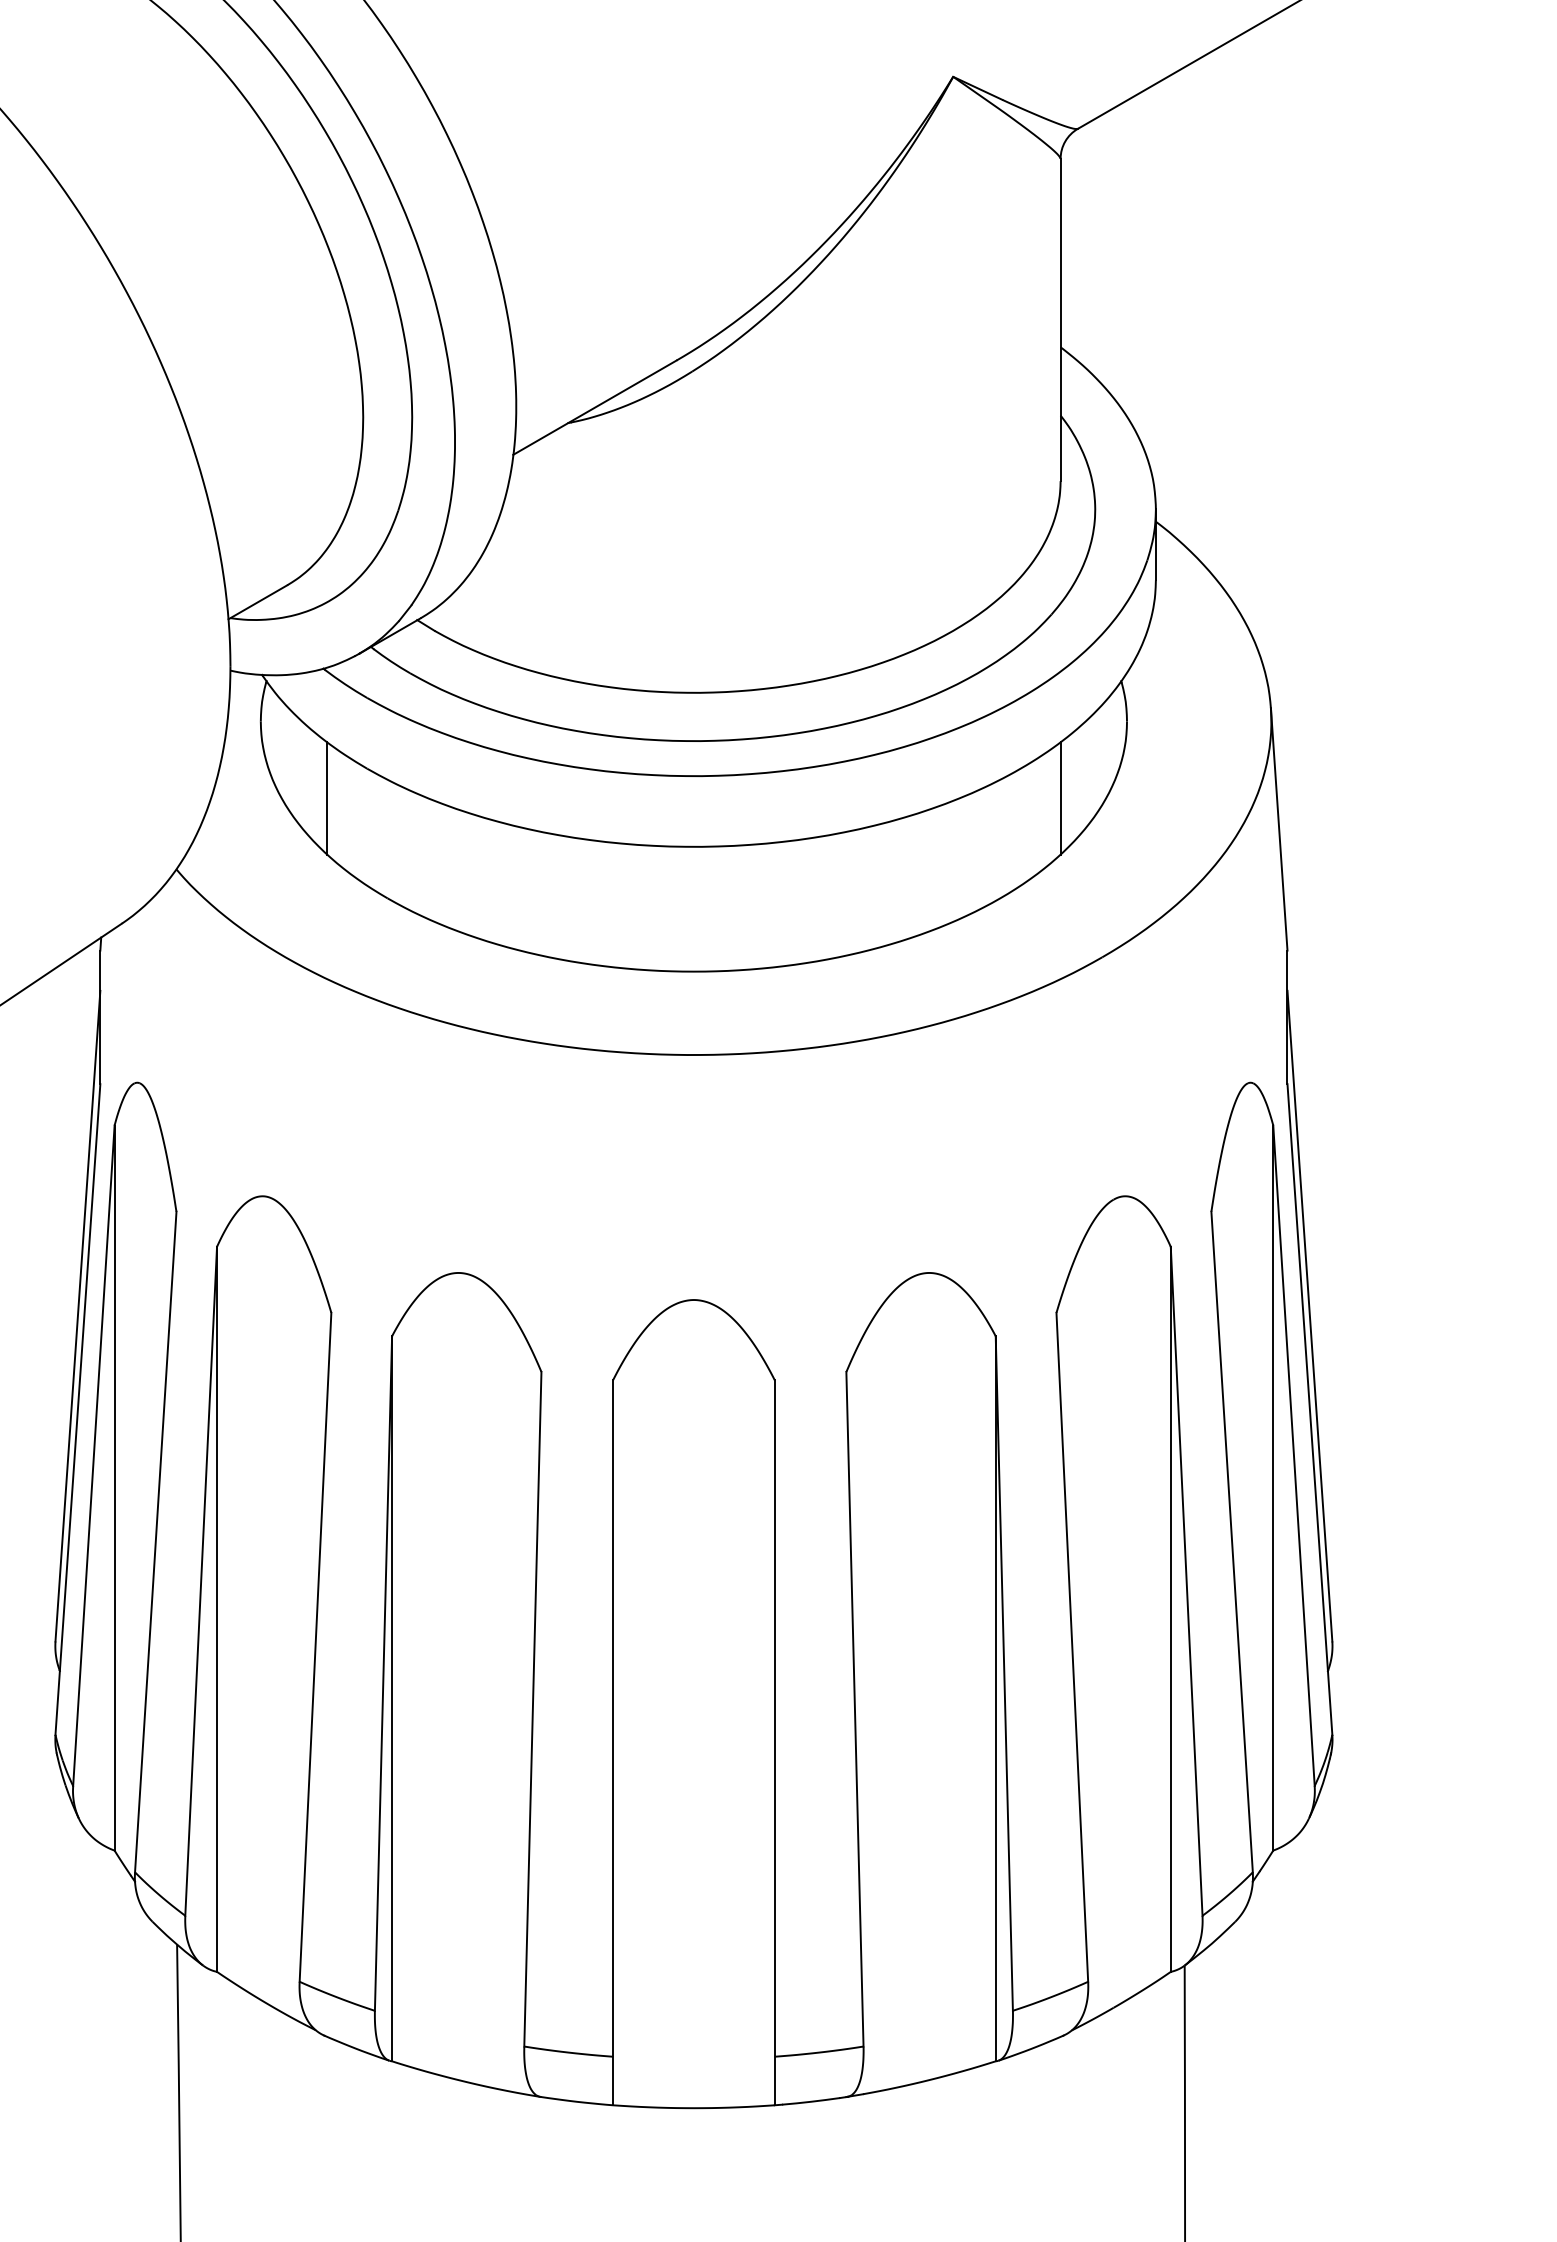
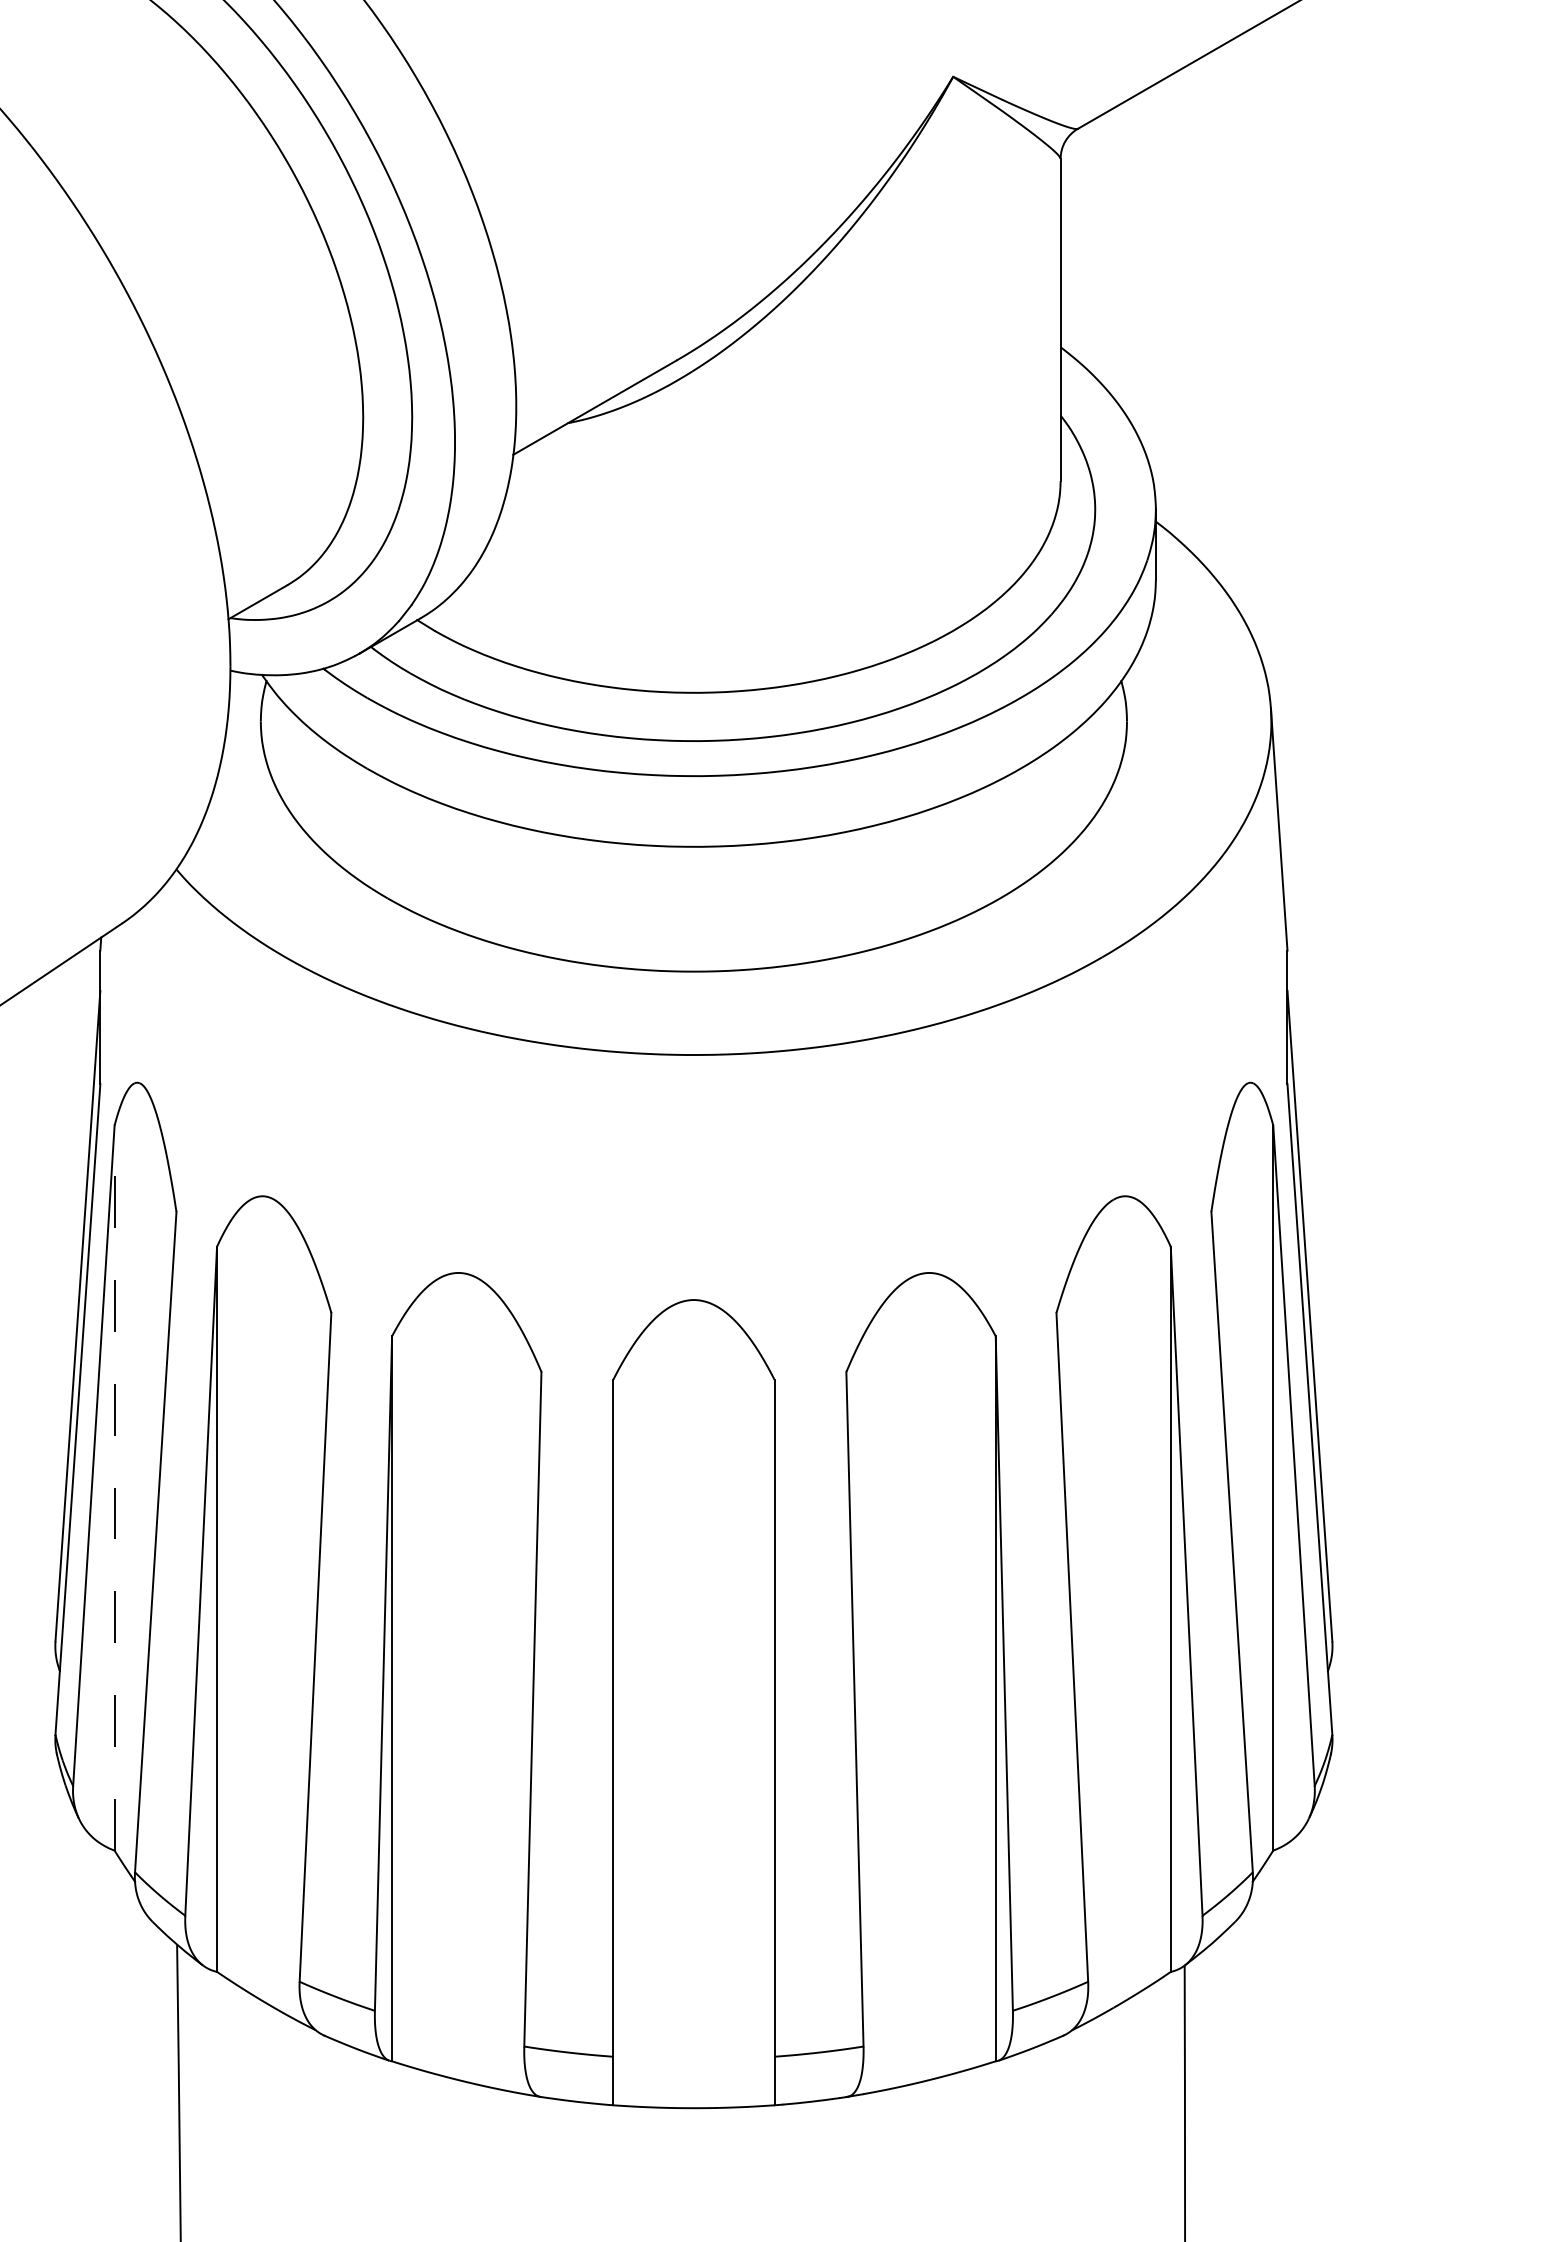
line at (327, 798): present -> none
line at (1060, 798): present -> none
line at (114, 1488): solid -> dashed
